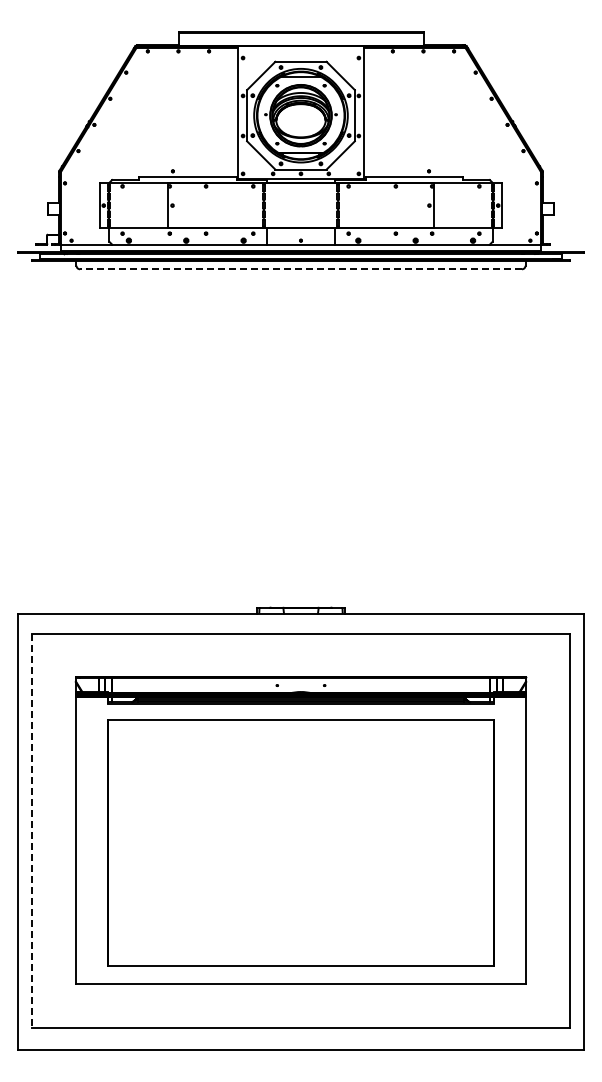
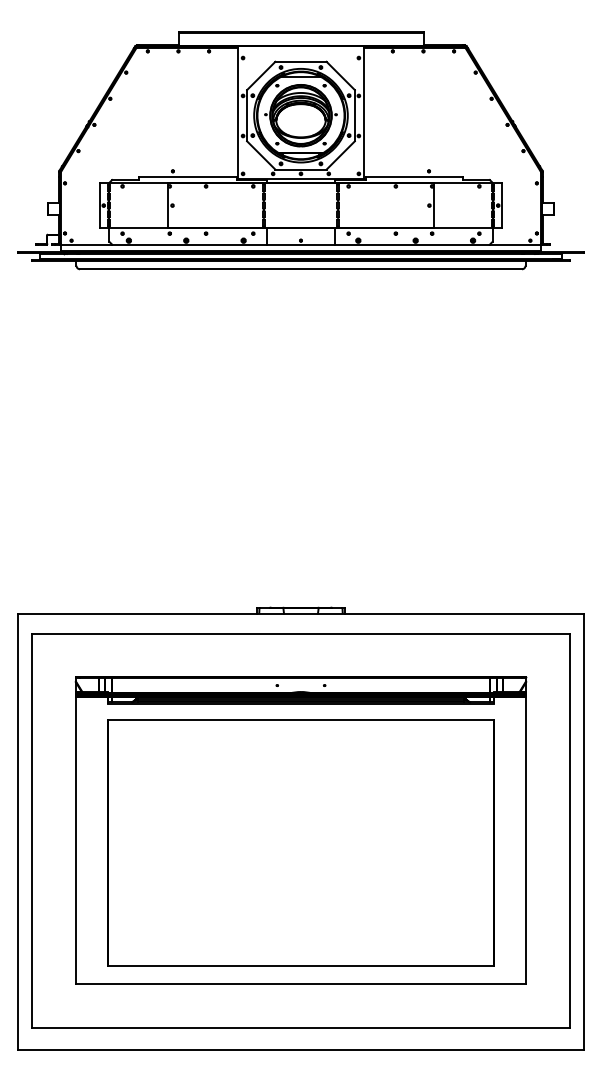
line at (301, 269): dashed -> solid
line at (32, 831): dashed -> solid
